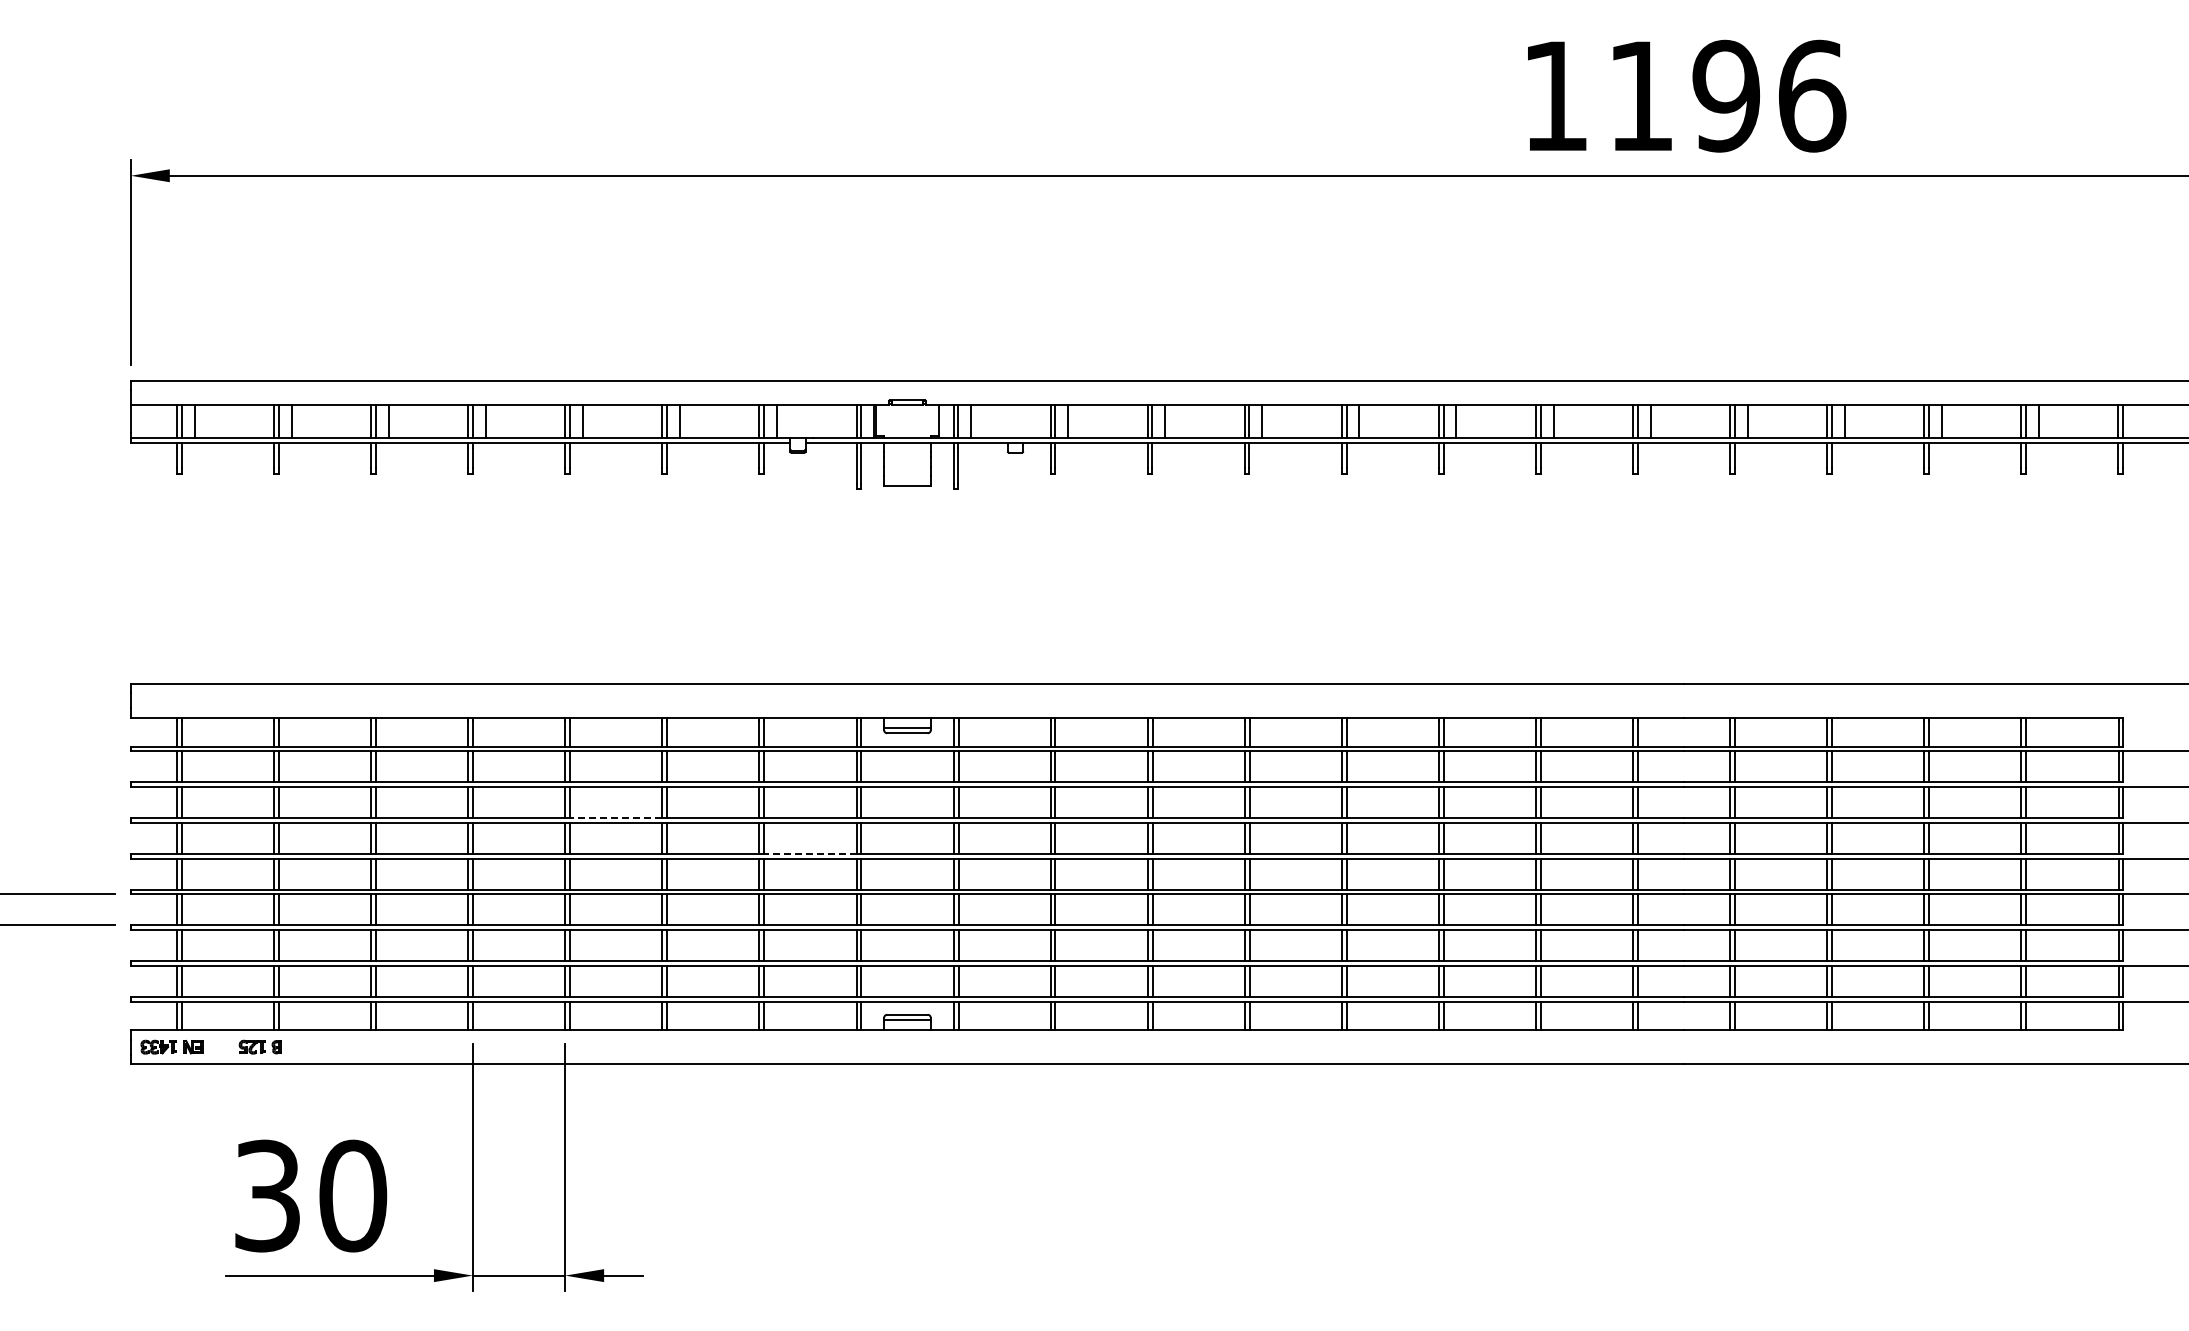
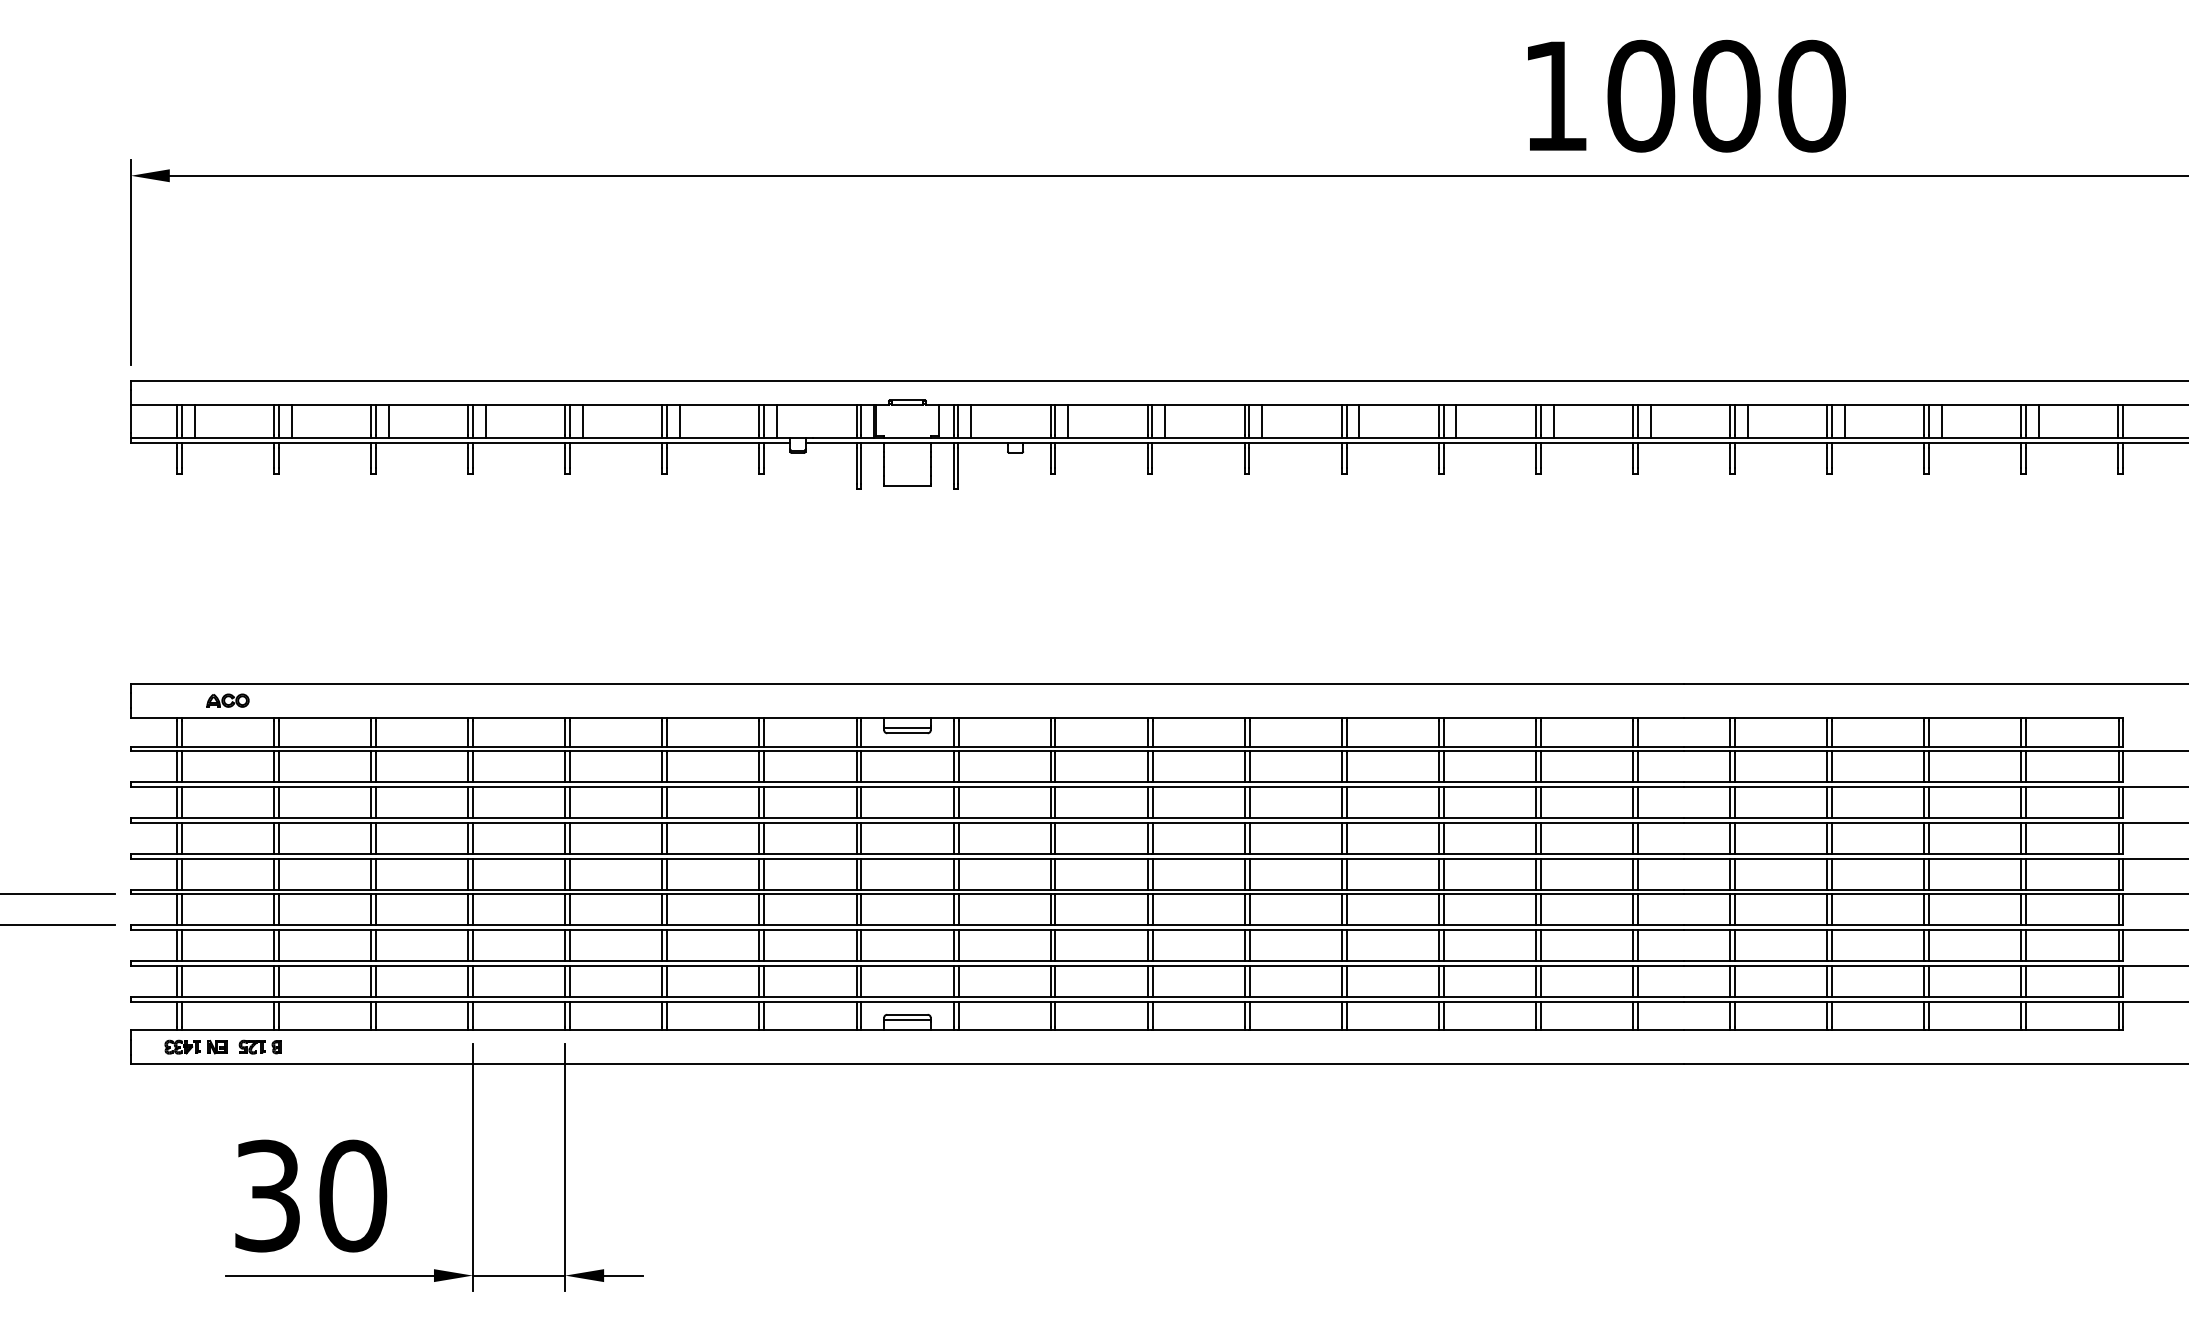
text at (1726, 95): 1196 -> 1000
part at (227, 700): none -> present
line at (615, 818): dashed -> solid
line at (809, 853): dashed -> solid
part at (171, 1046) position: (171, 1046) -> (195, 1046)
